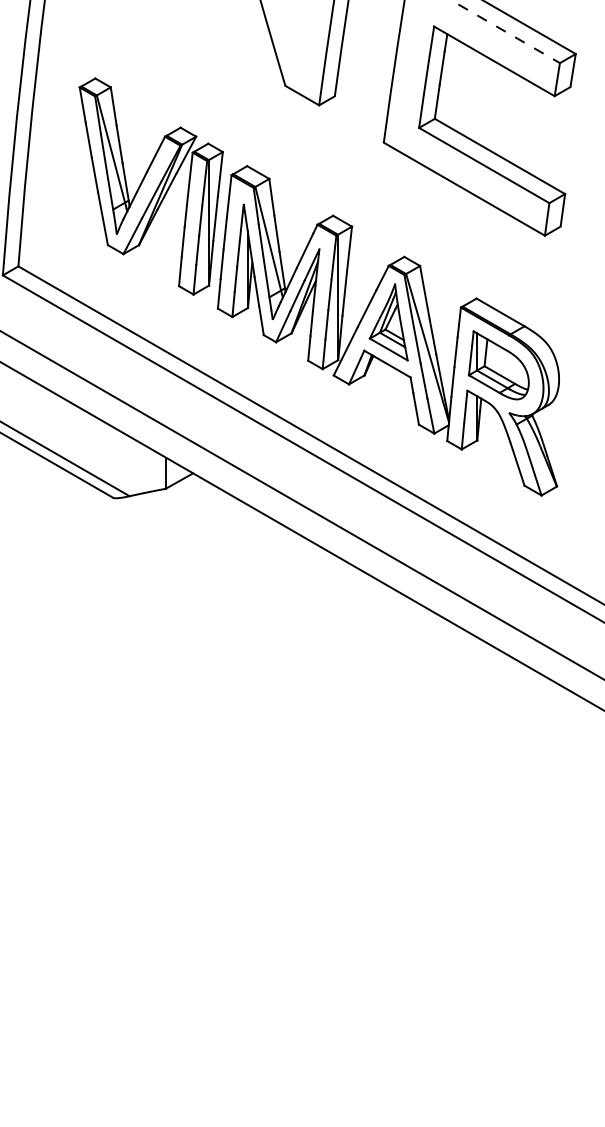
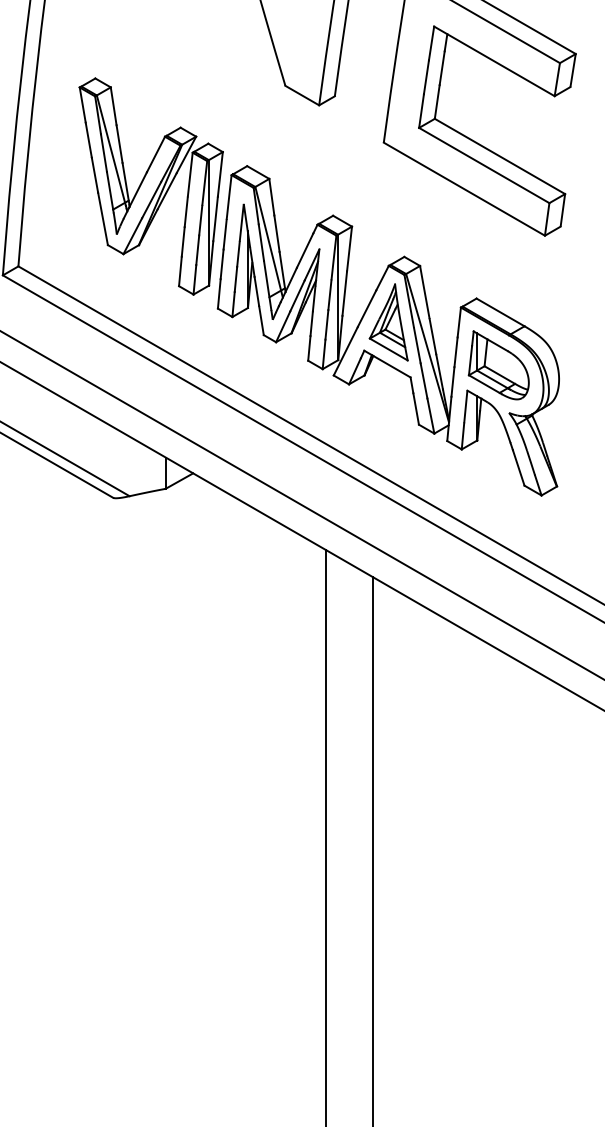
line at (505, 31): dashed -> solid
line at (326, 836): none -> present
line at (372, 850): none -> present
